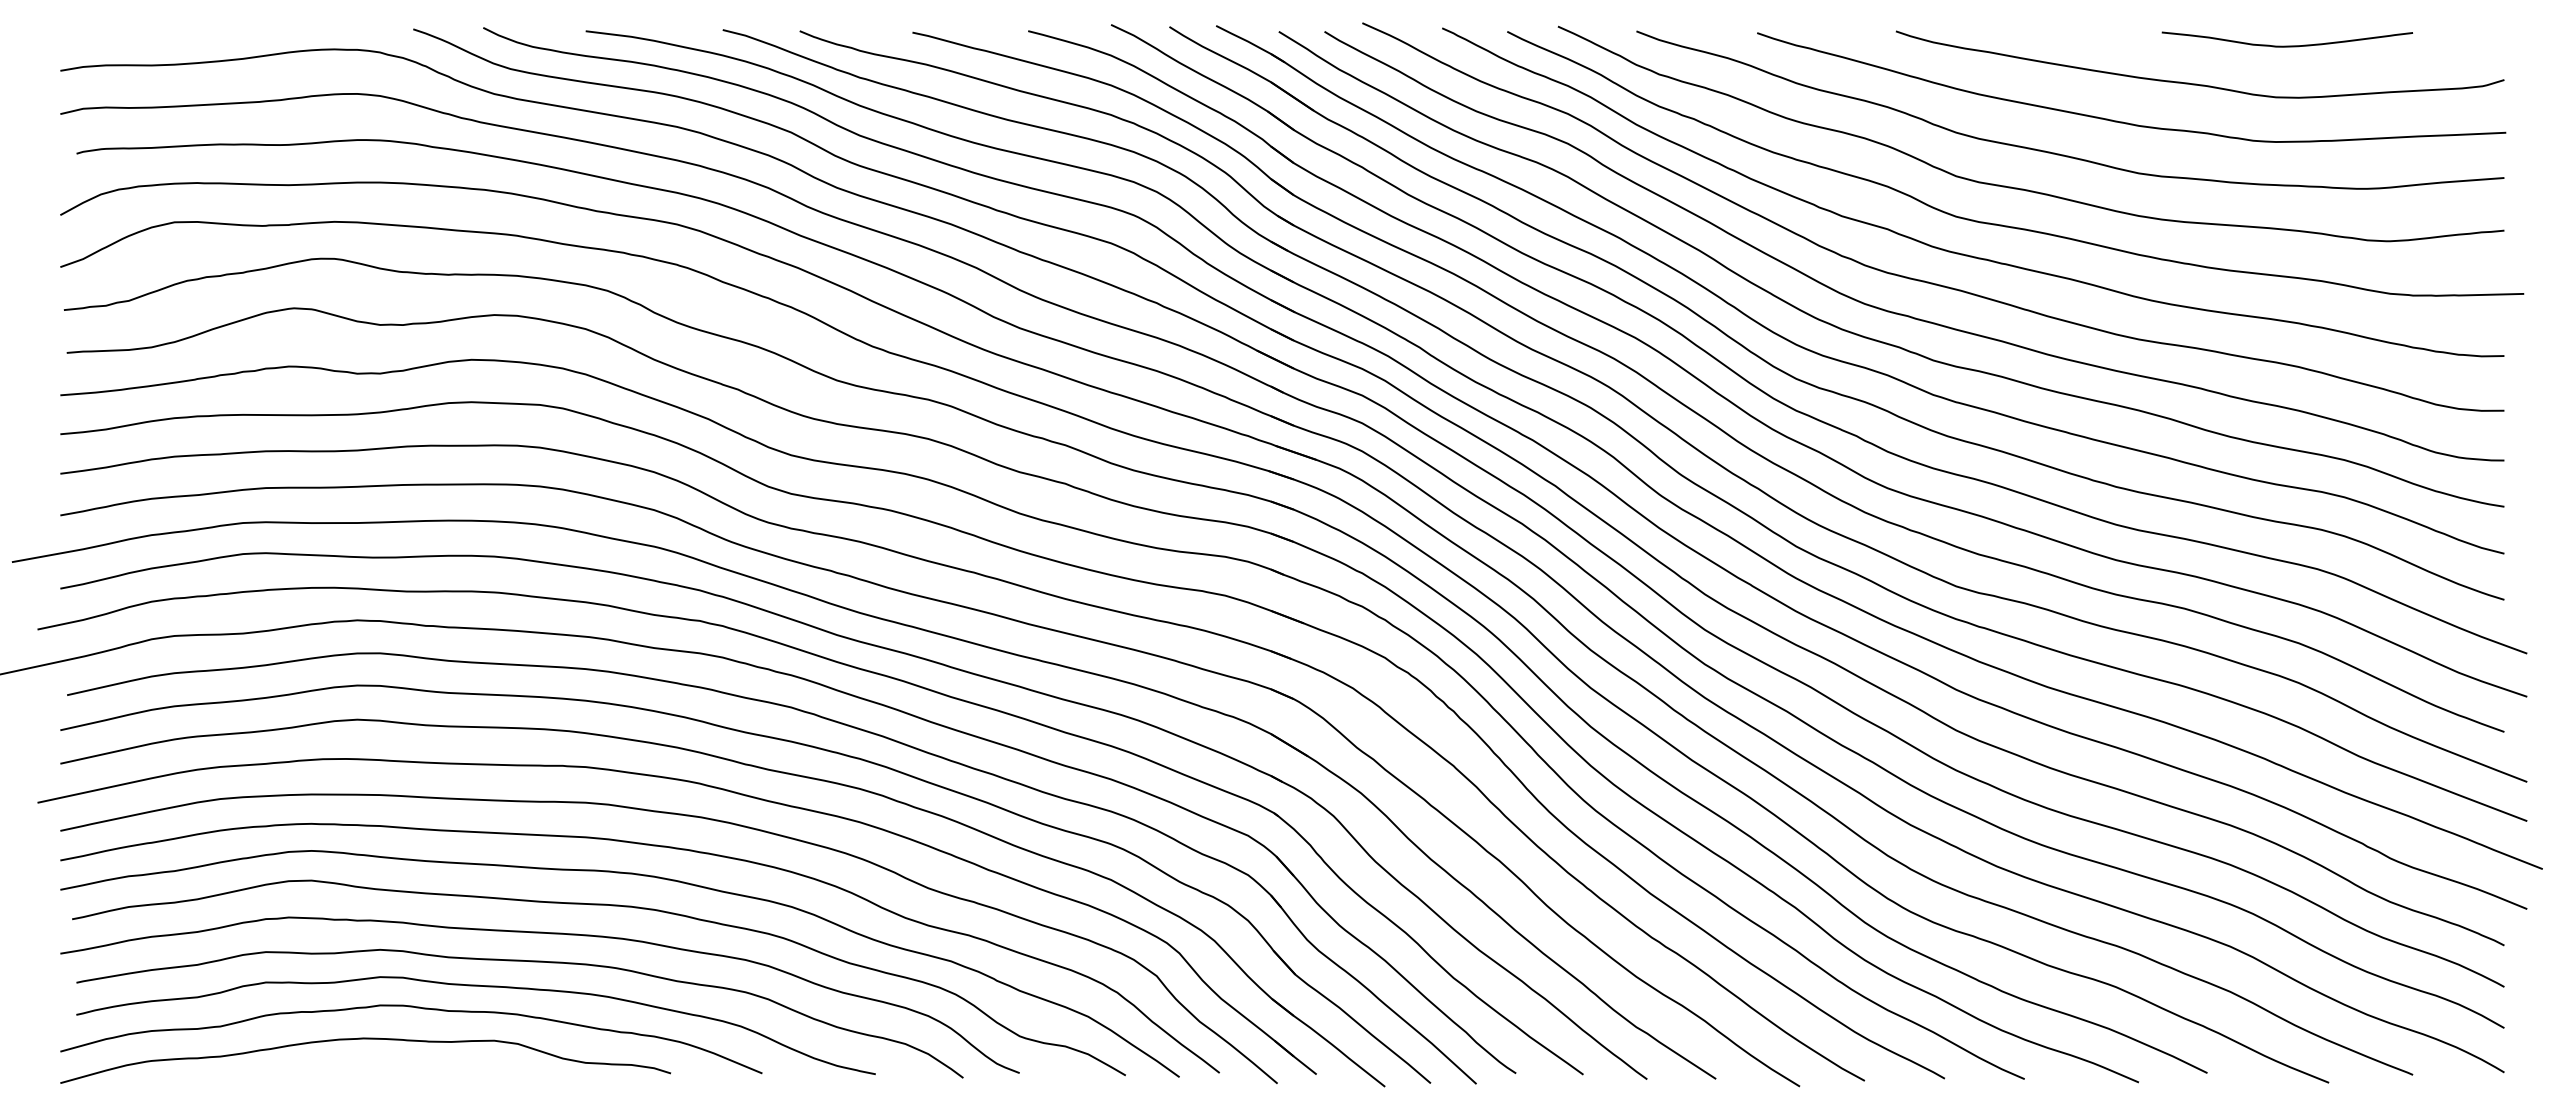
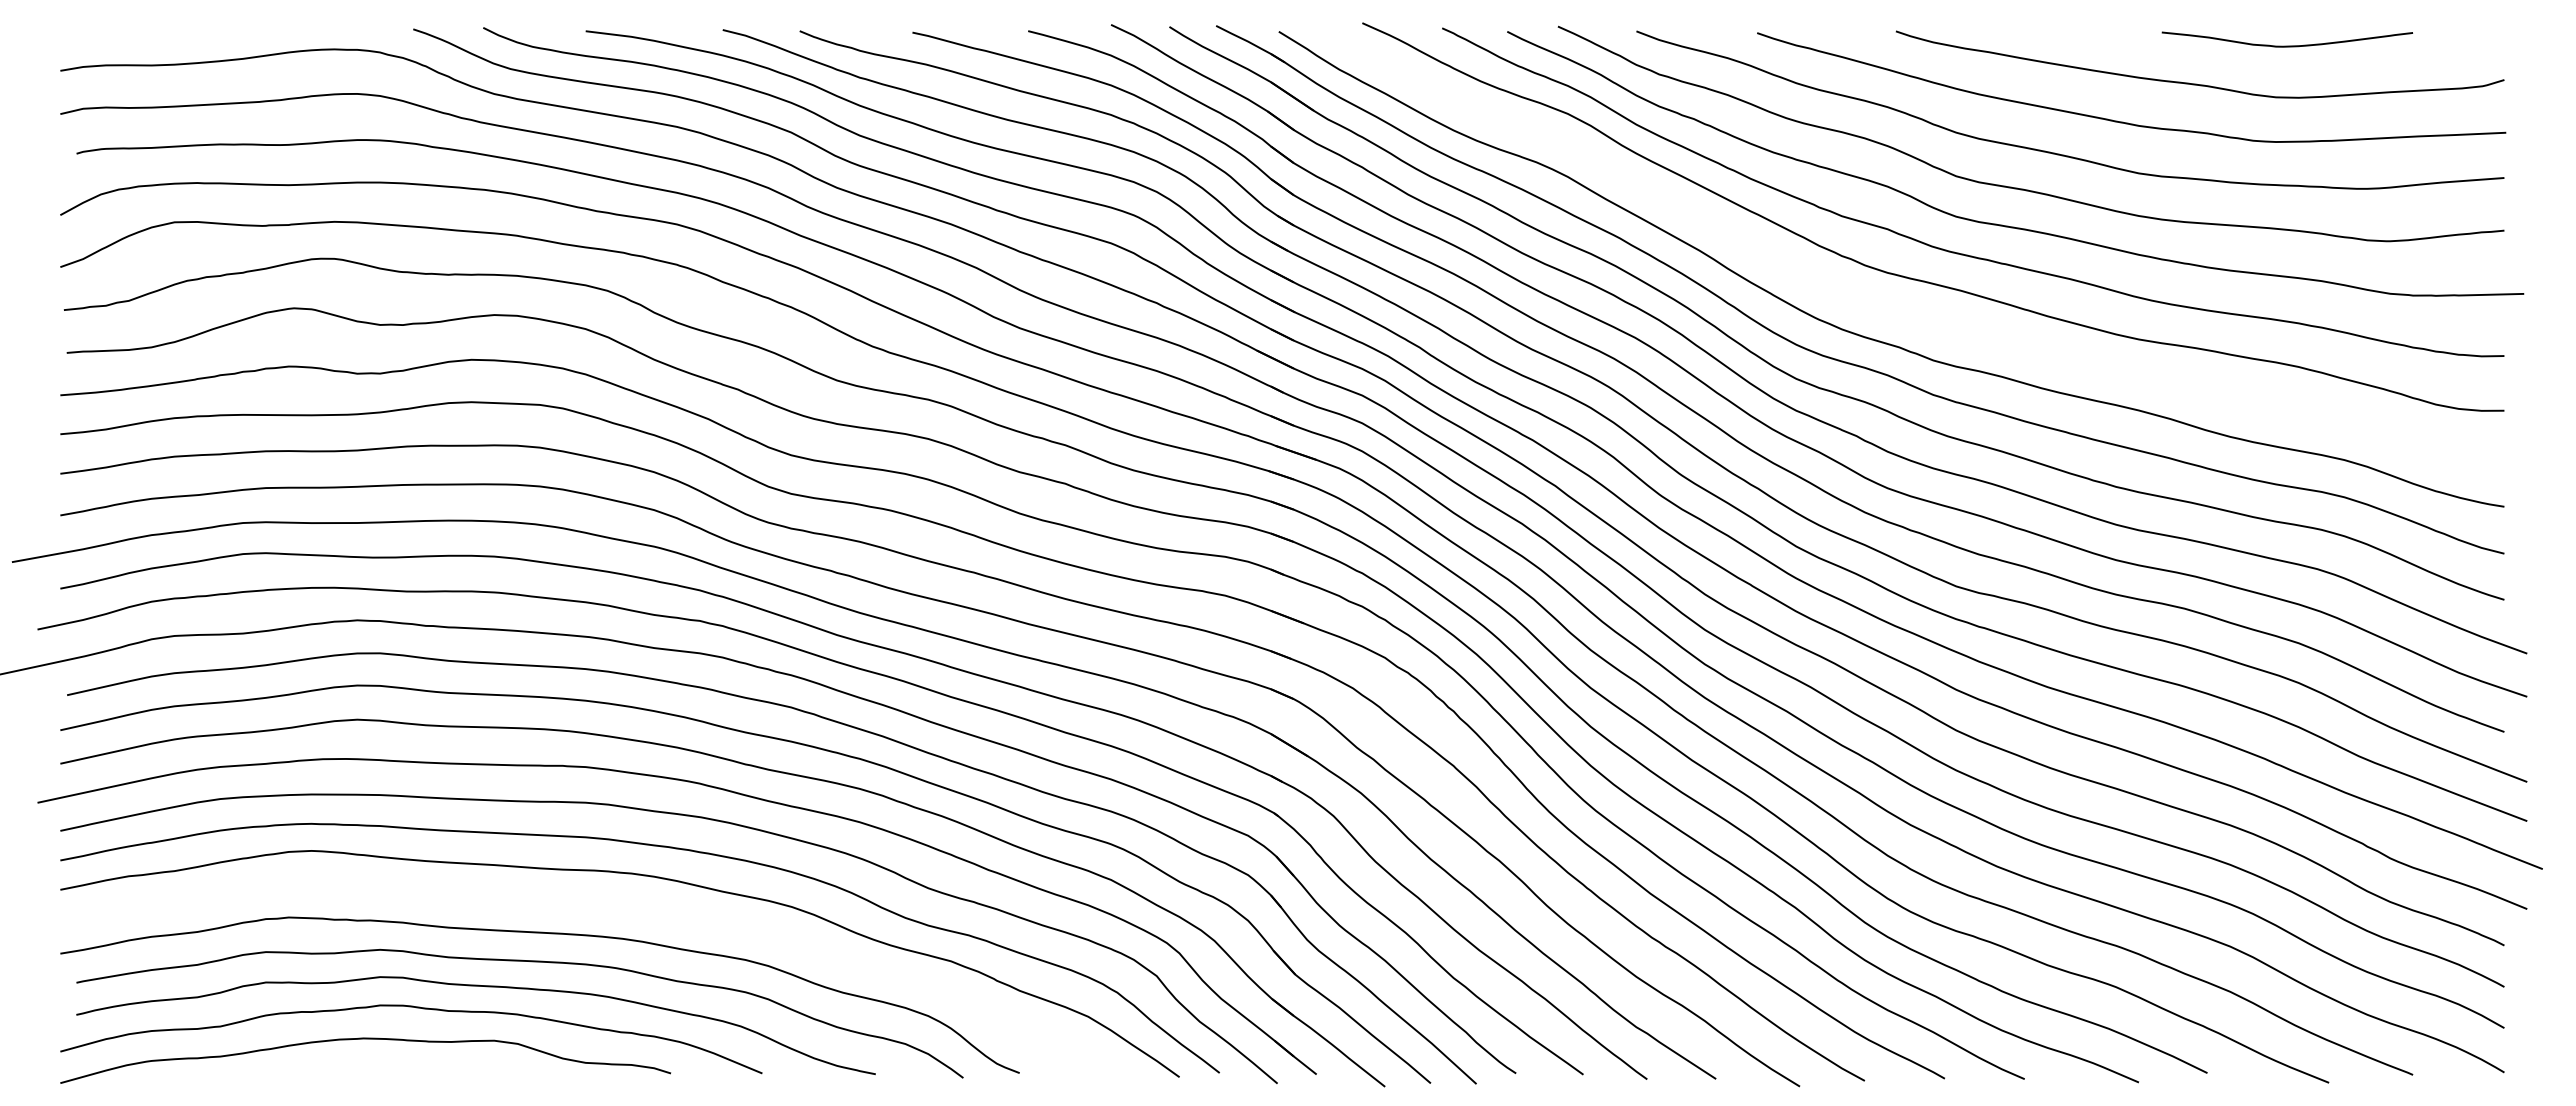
curve at (1897, 312): present -> none
curve at (598, 905): present -> none
